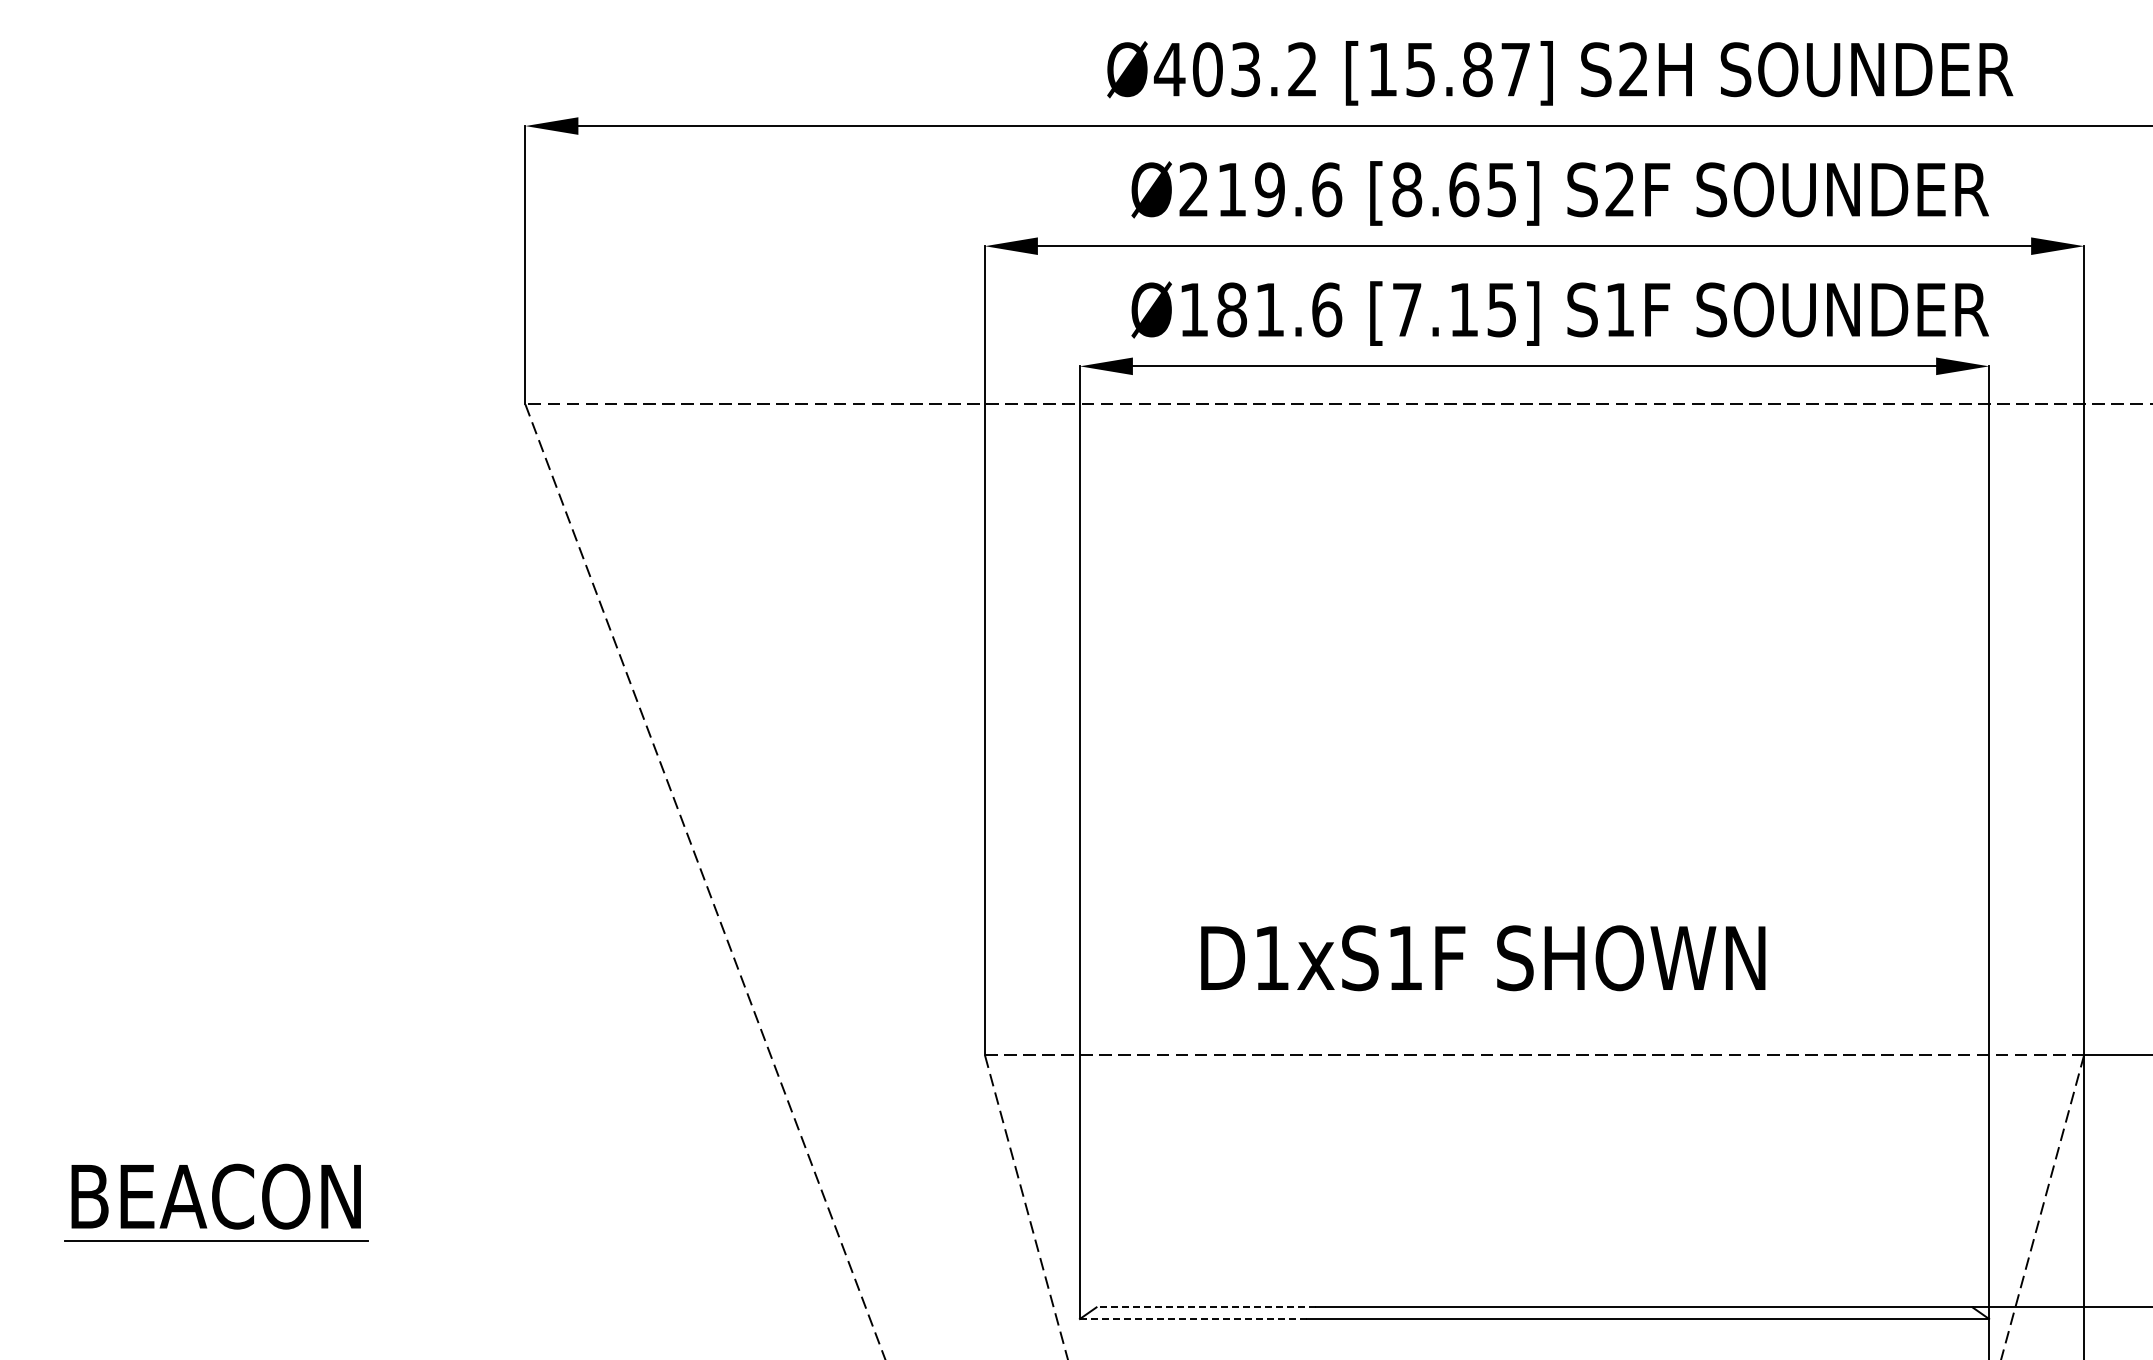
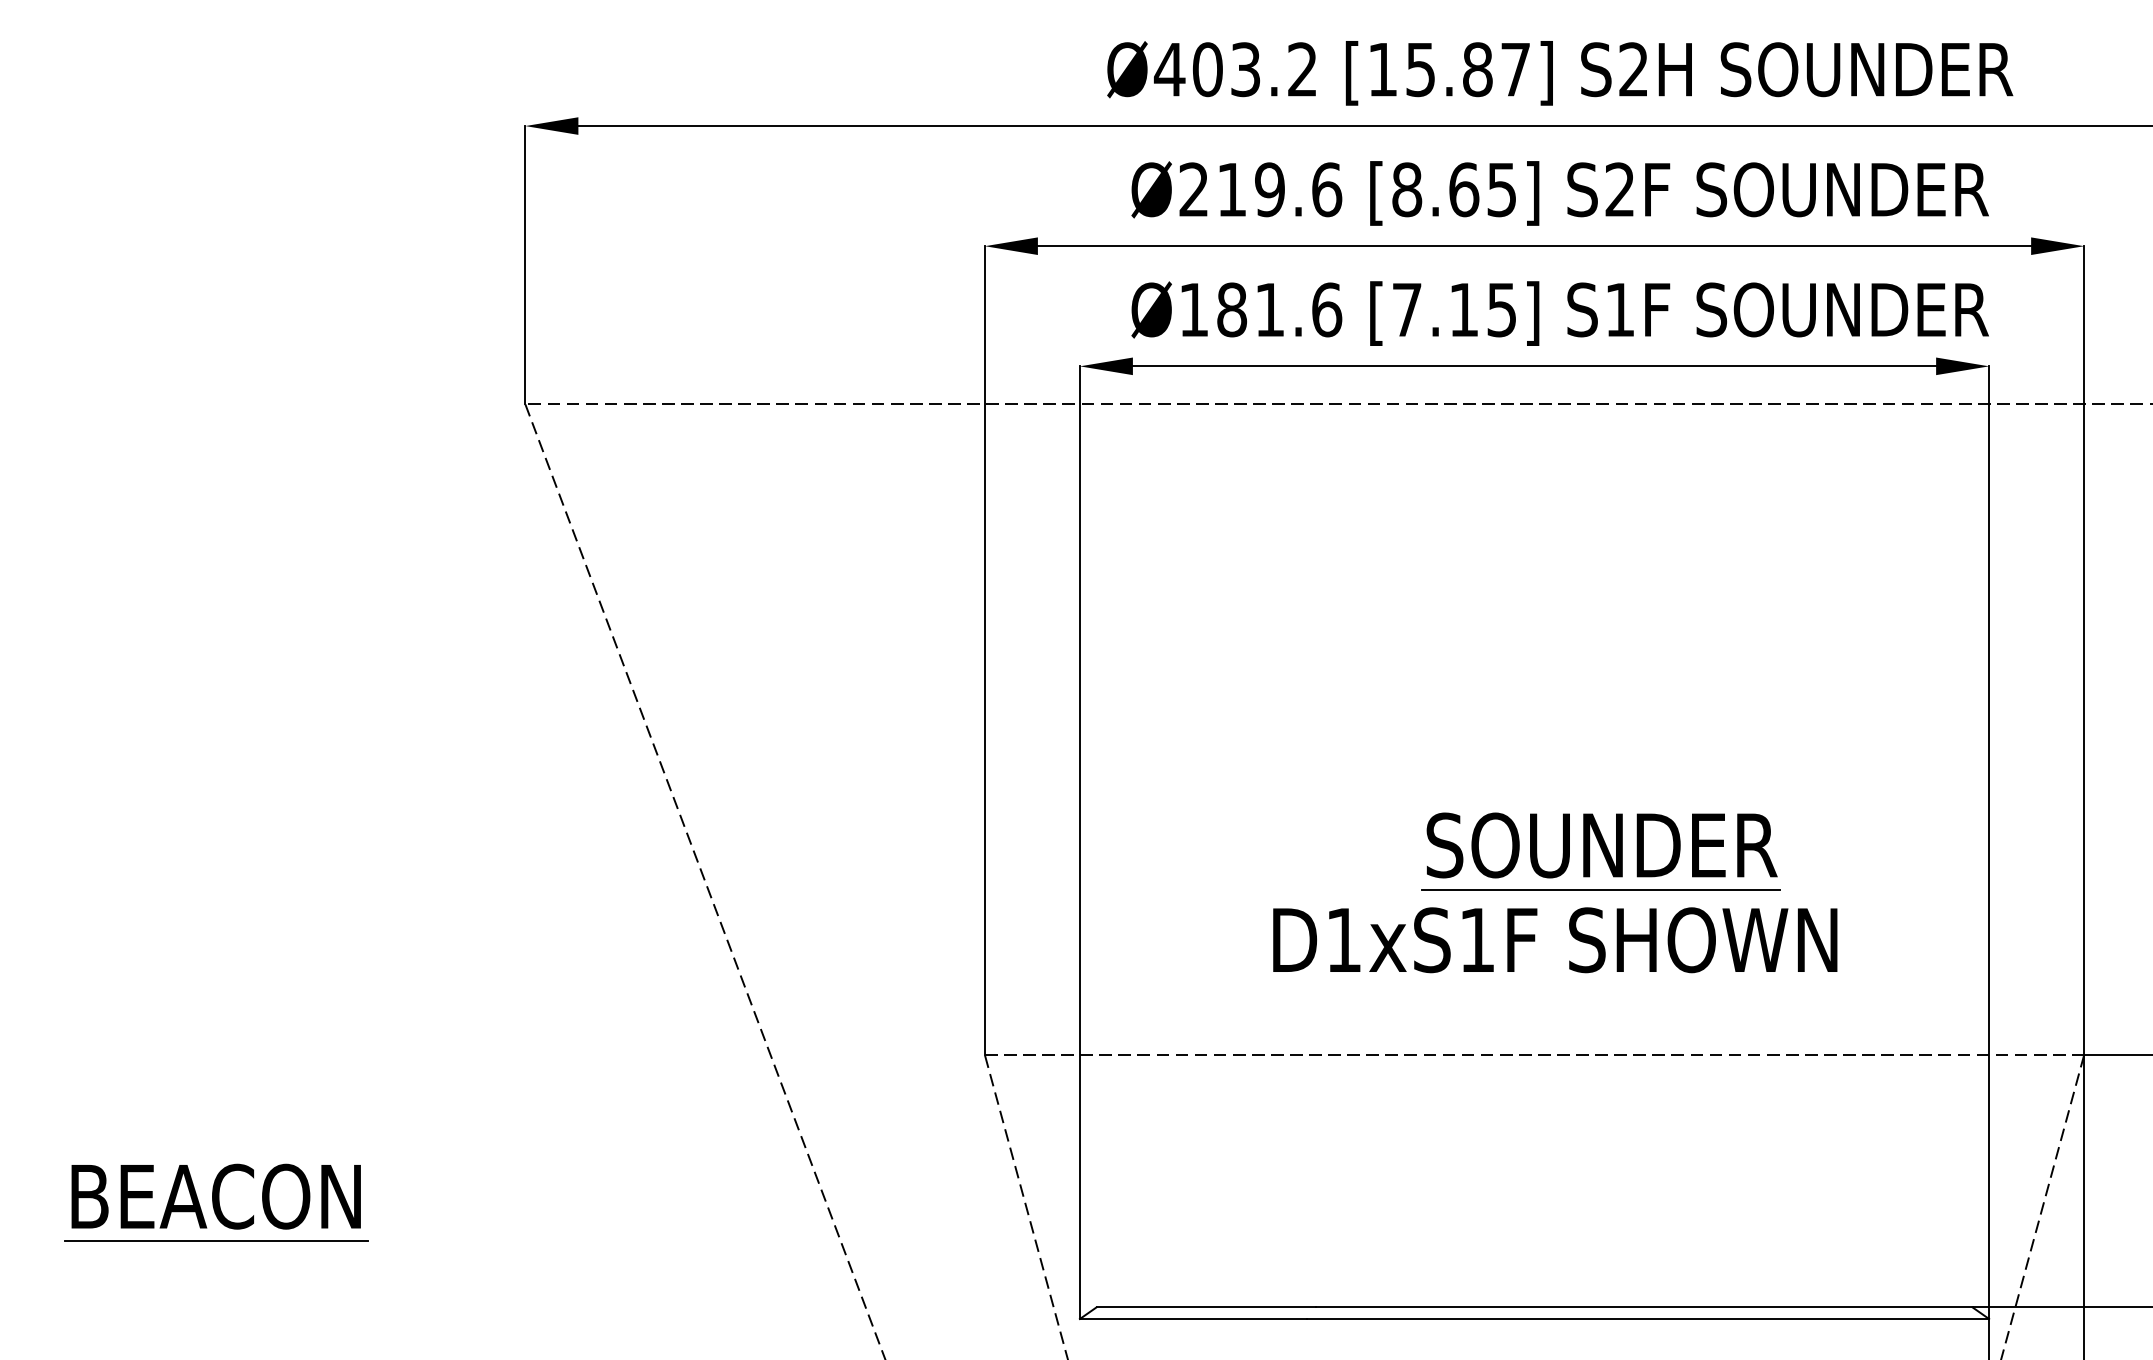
part at (1600, 851): none -> present
text at (1483, 958) position: (1483, 958) -> (1555, 940)
line at (1205, 1307): dashed -> solid
line at (1193, 1319): dashed -> solid
